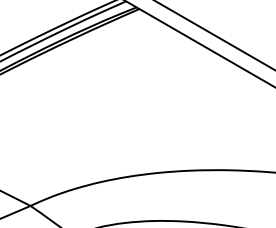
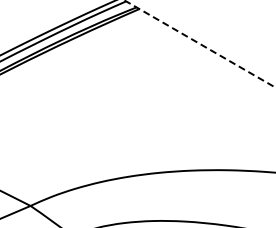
line at (214, 35): present -> none
line at (199, 43): solid -> dashed
